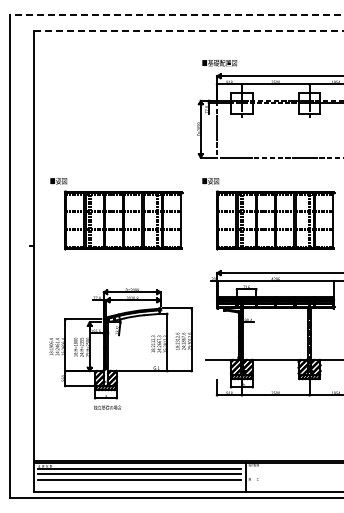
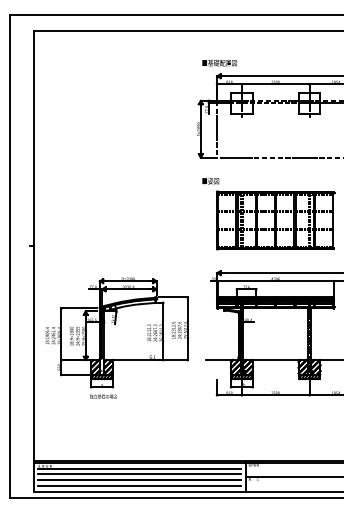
line at (177, 15): dashed -> solid
line at (188, 31): dashed -> solid
part at (116, 214): present -> none
part at (120, 348) position: (120, 348) -> (116, 337)
line at (293, 477): none -> present
line at (139, 485): none -> present
